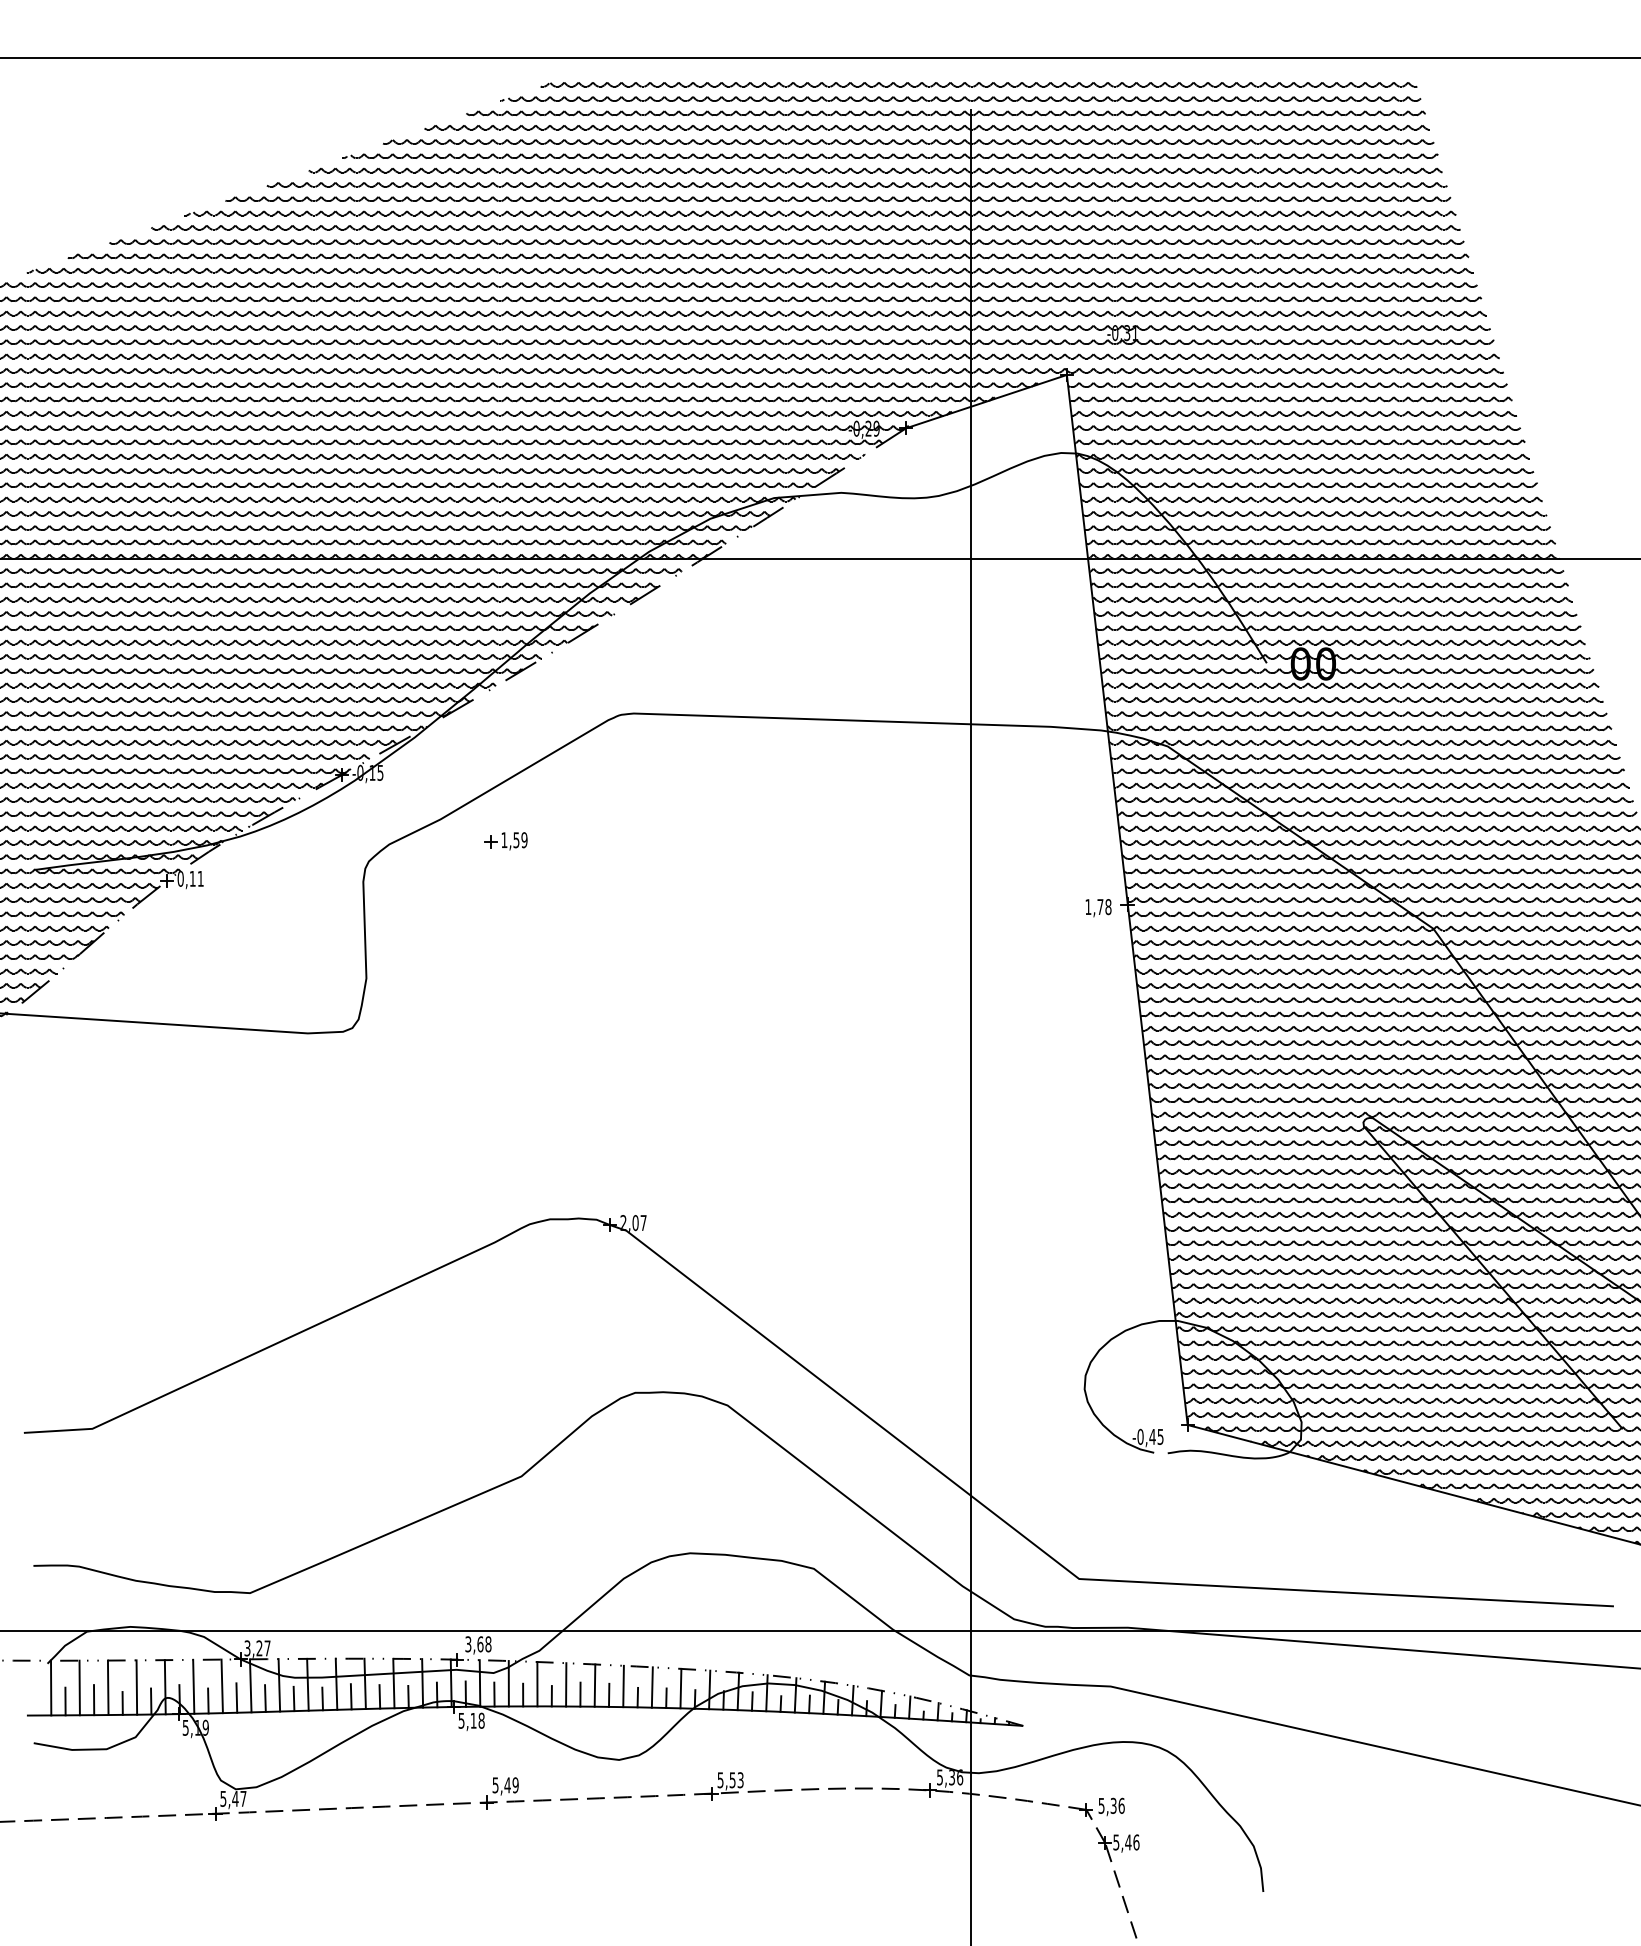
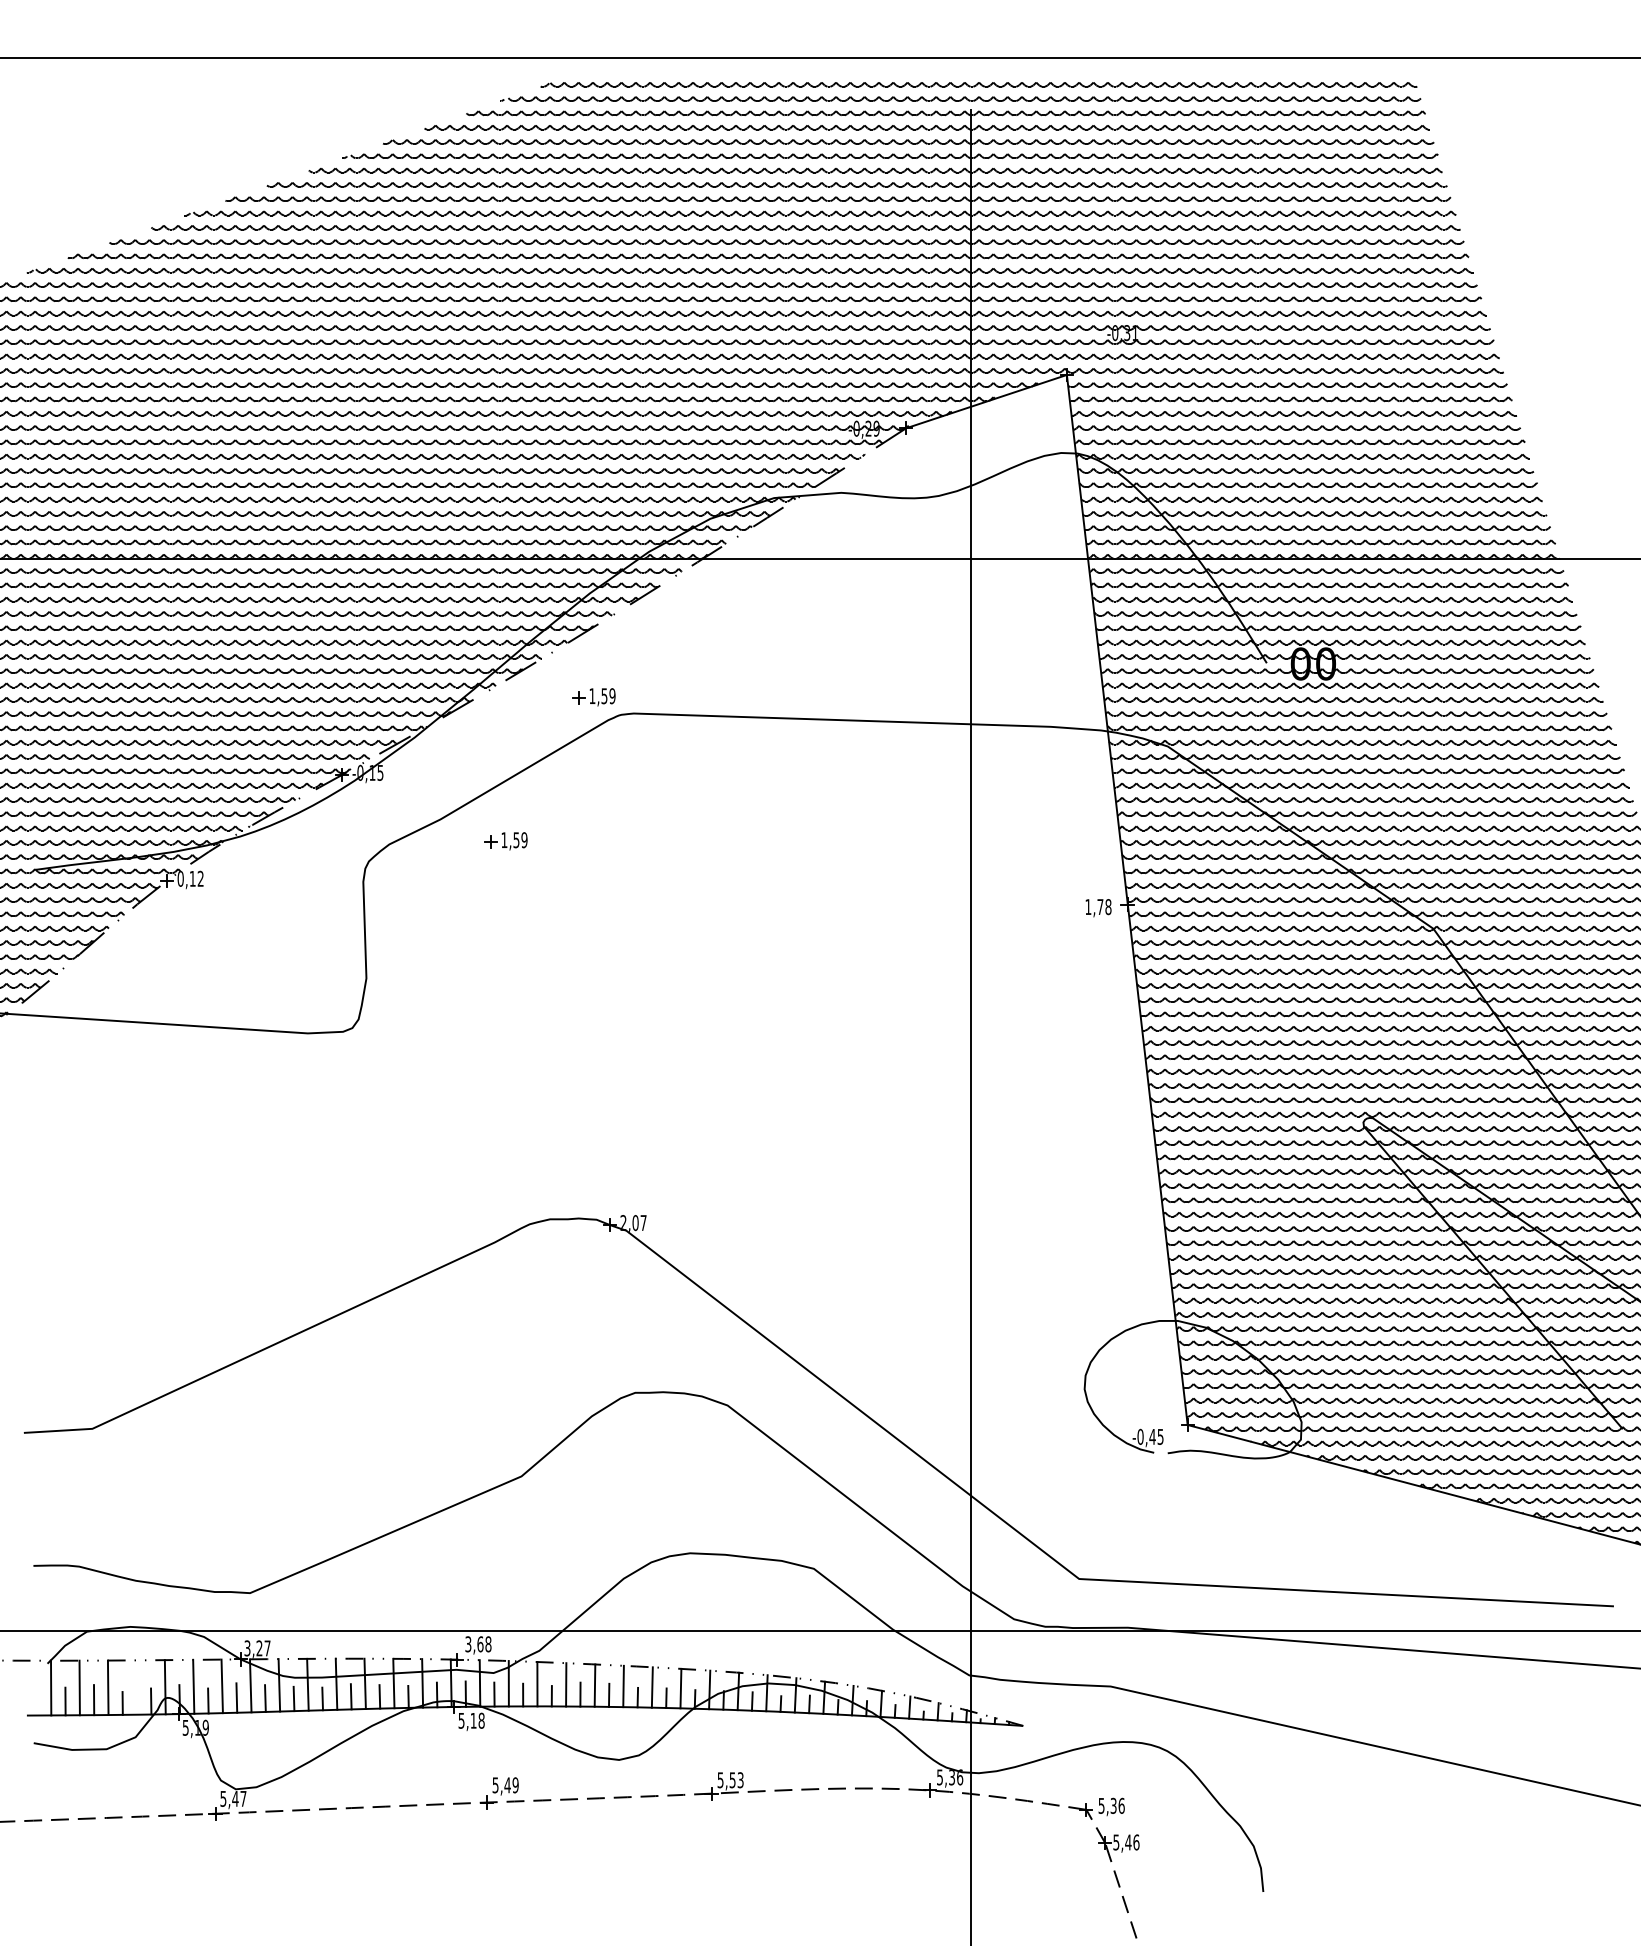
part at (593, 697): none -> present
text at (200, 878): 0,11 -> 0,12
line at (136, 1687): present -> none
